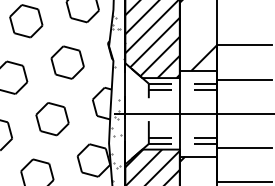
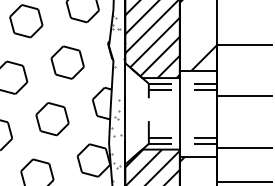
line at (244, 79) position: (244, 79) -> (244, 95)
line at (192, 113): present -> none
